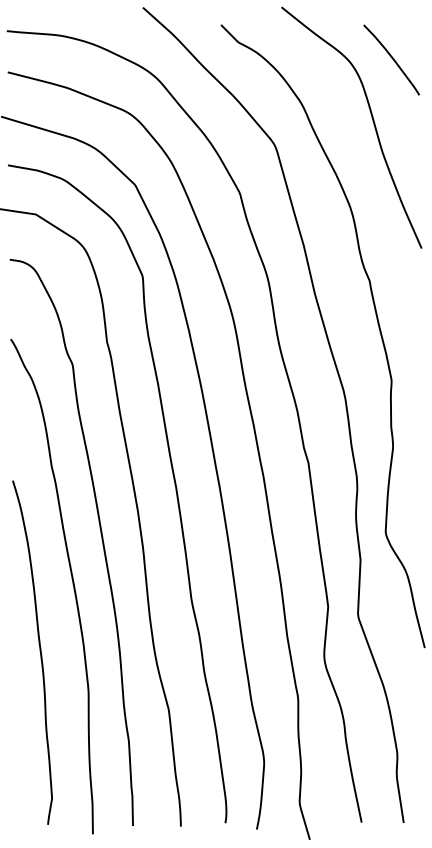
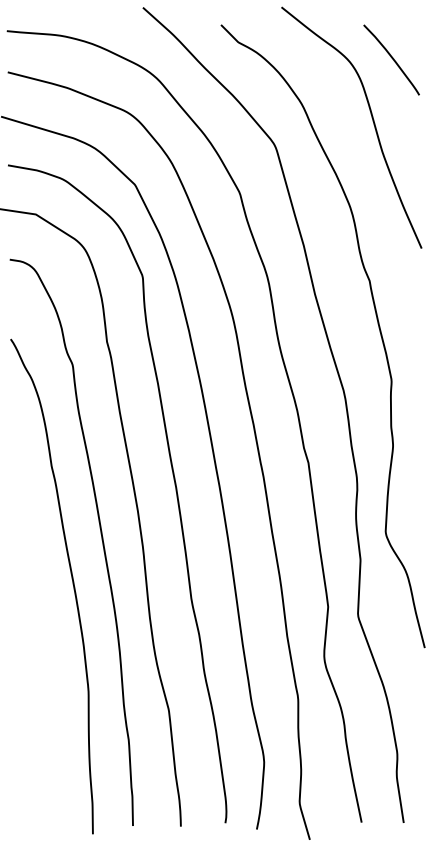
curve at (39, 651): present -> none
